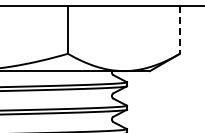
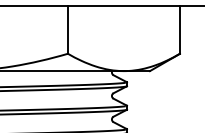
line at (179, 30): dashed -> solid
